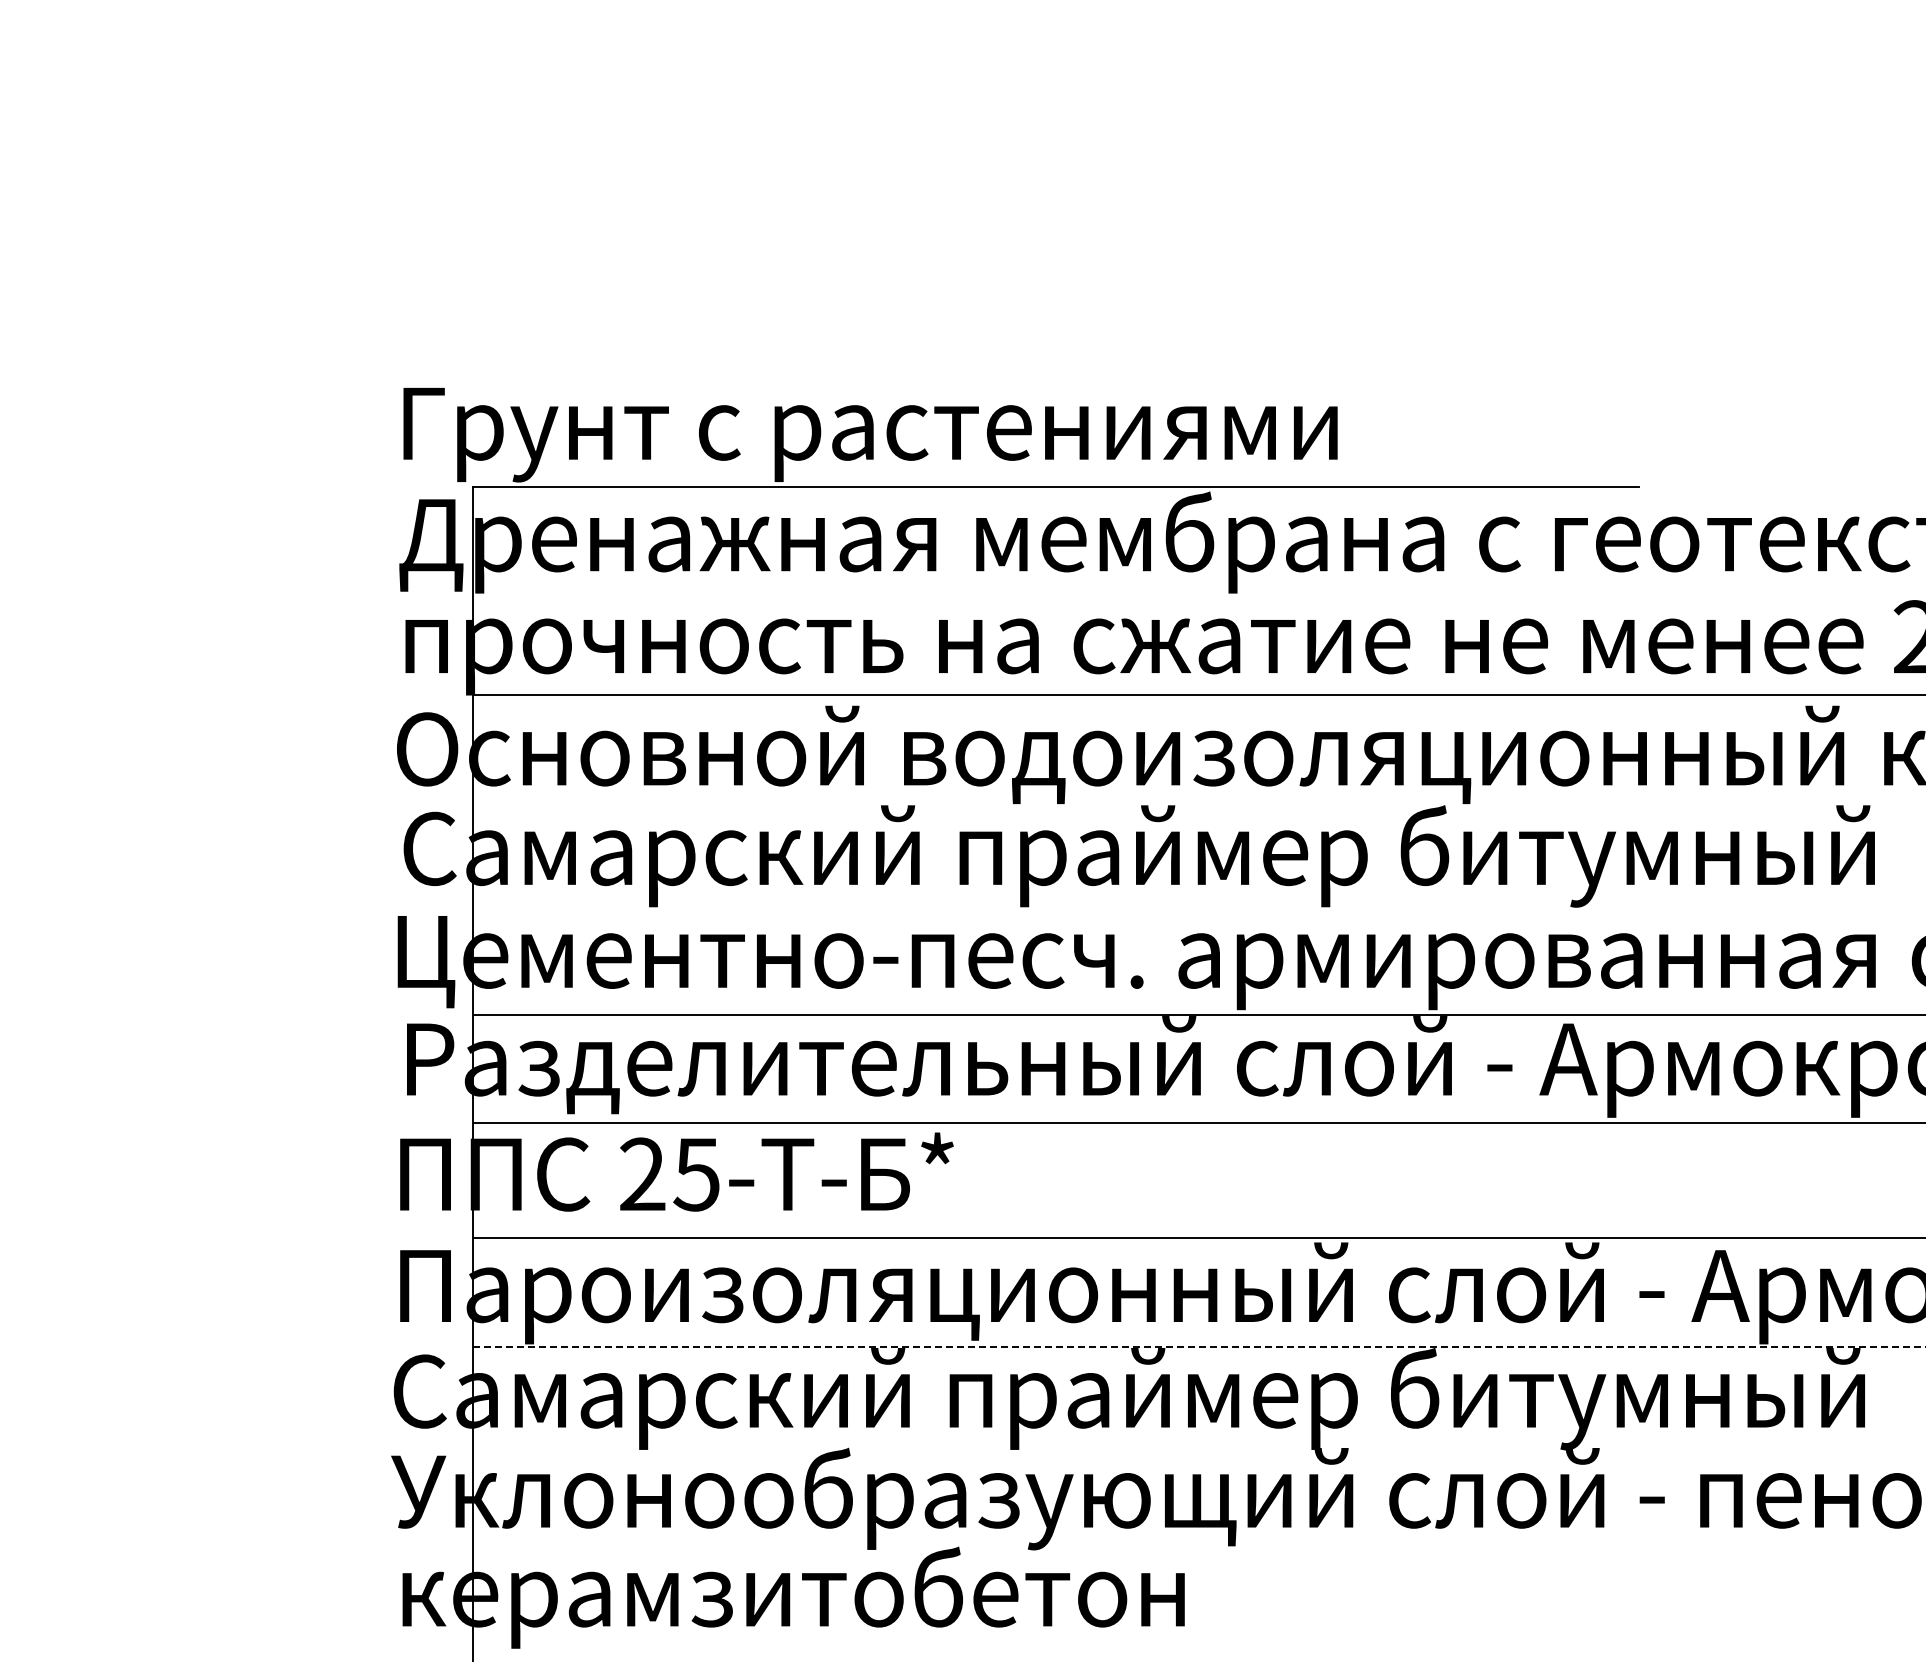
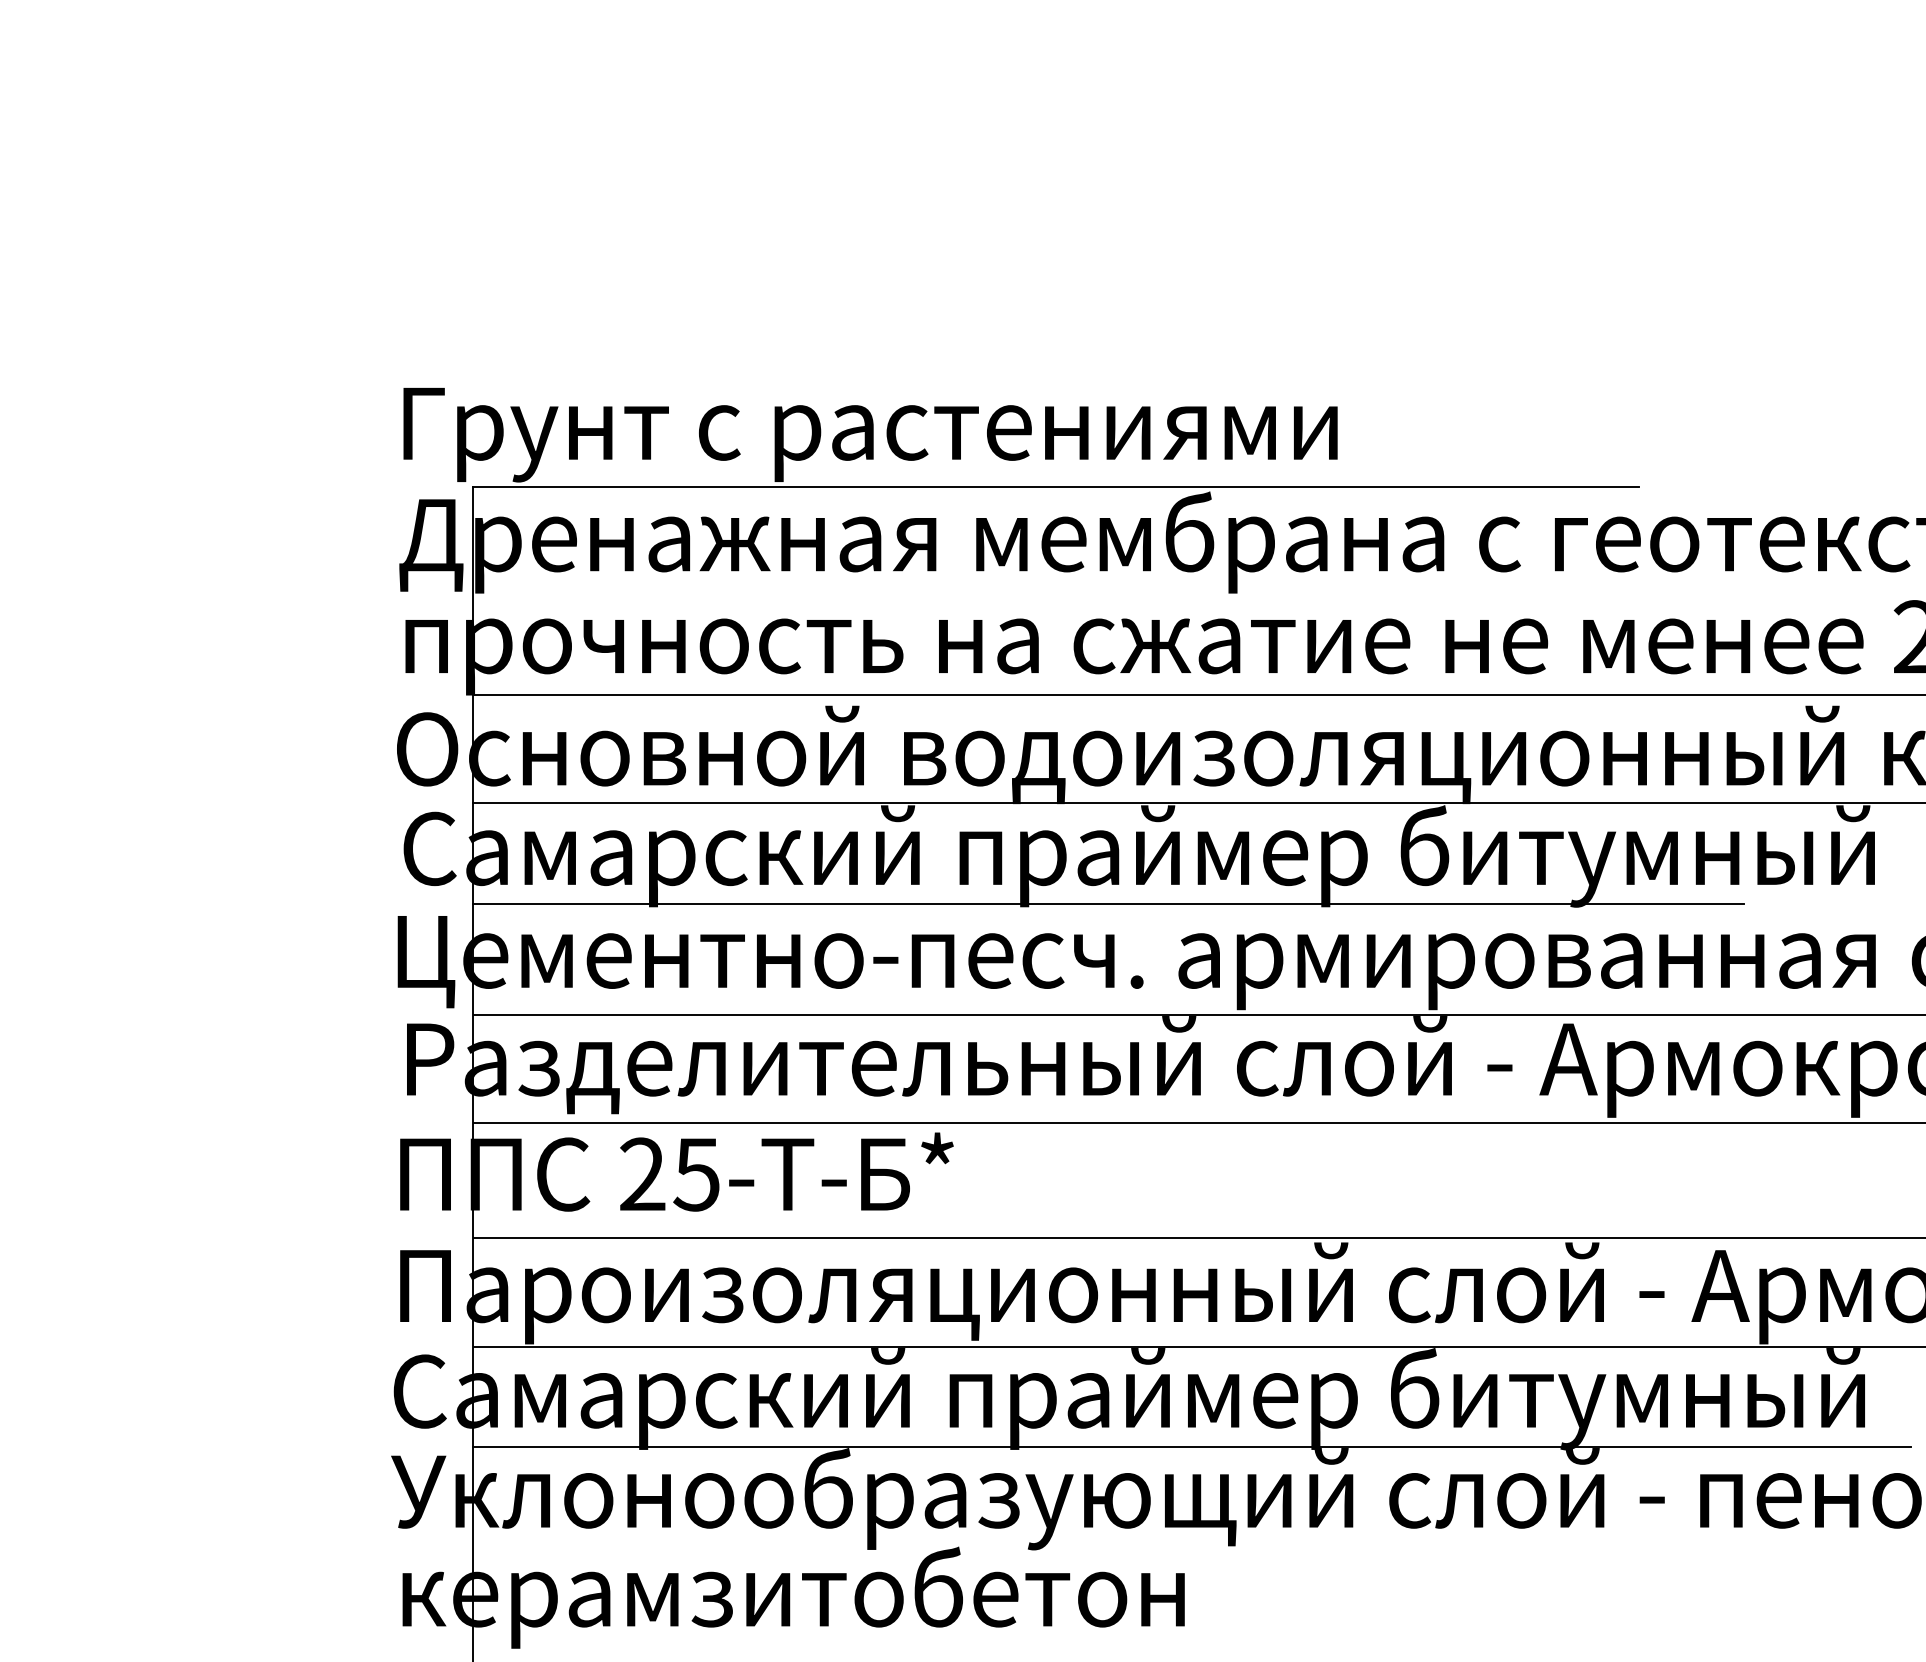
line at (1197, 803): none -> present
line at (1107, 903): none -> present
line at (1199, 1346): dashed -> solid
line at (1191, 1447): none -> present
